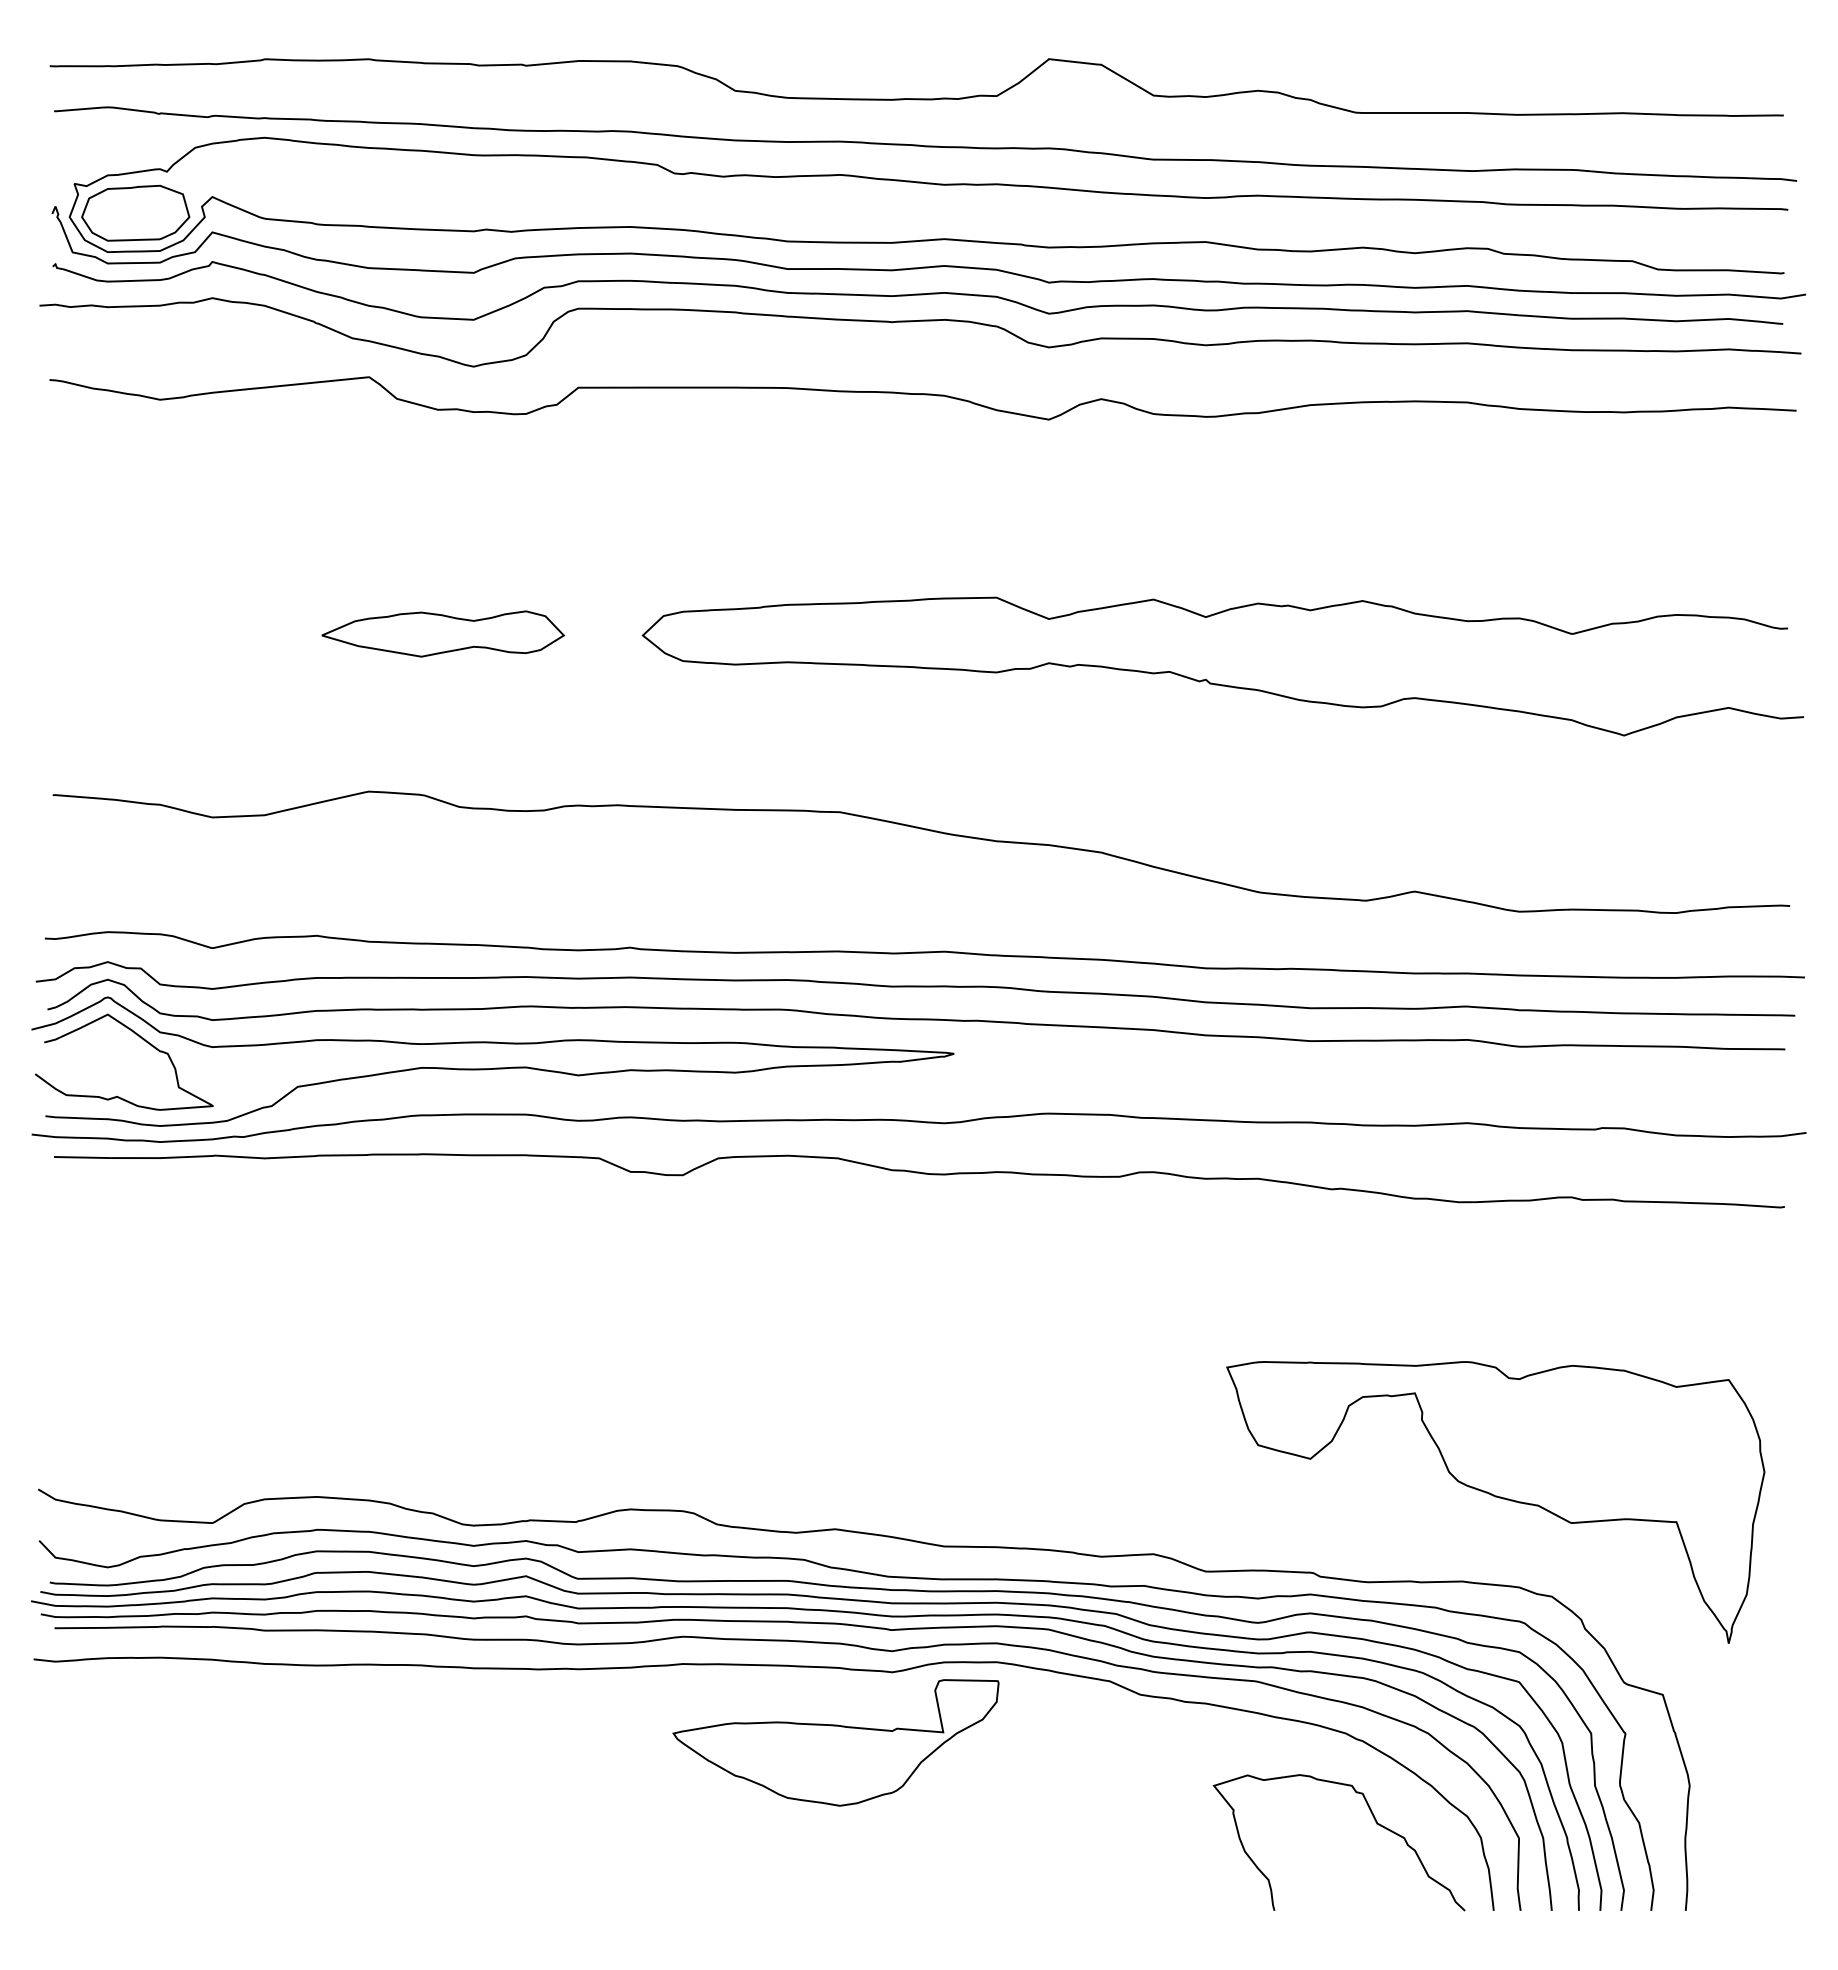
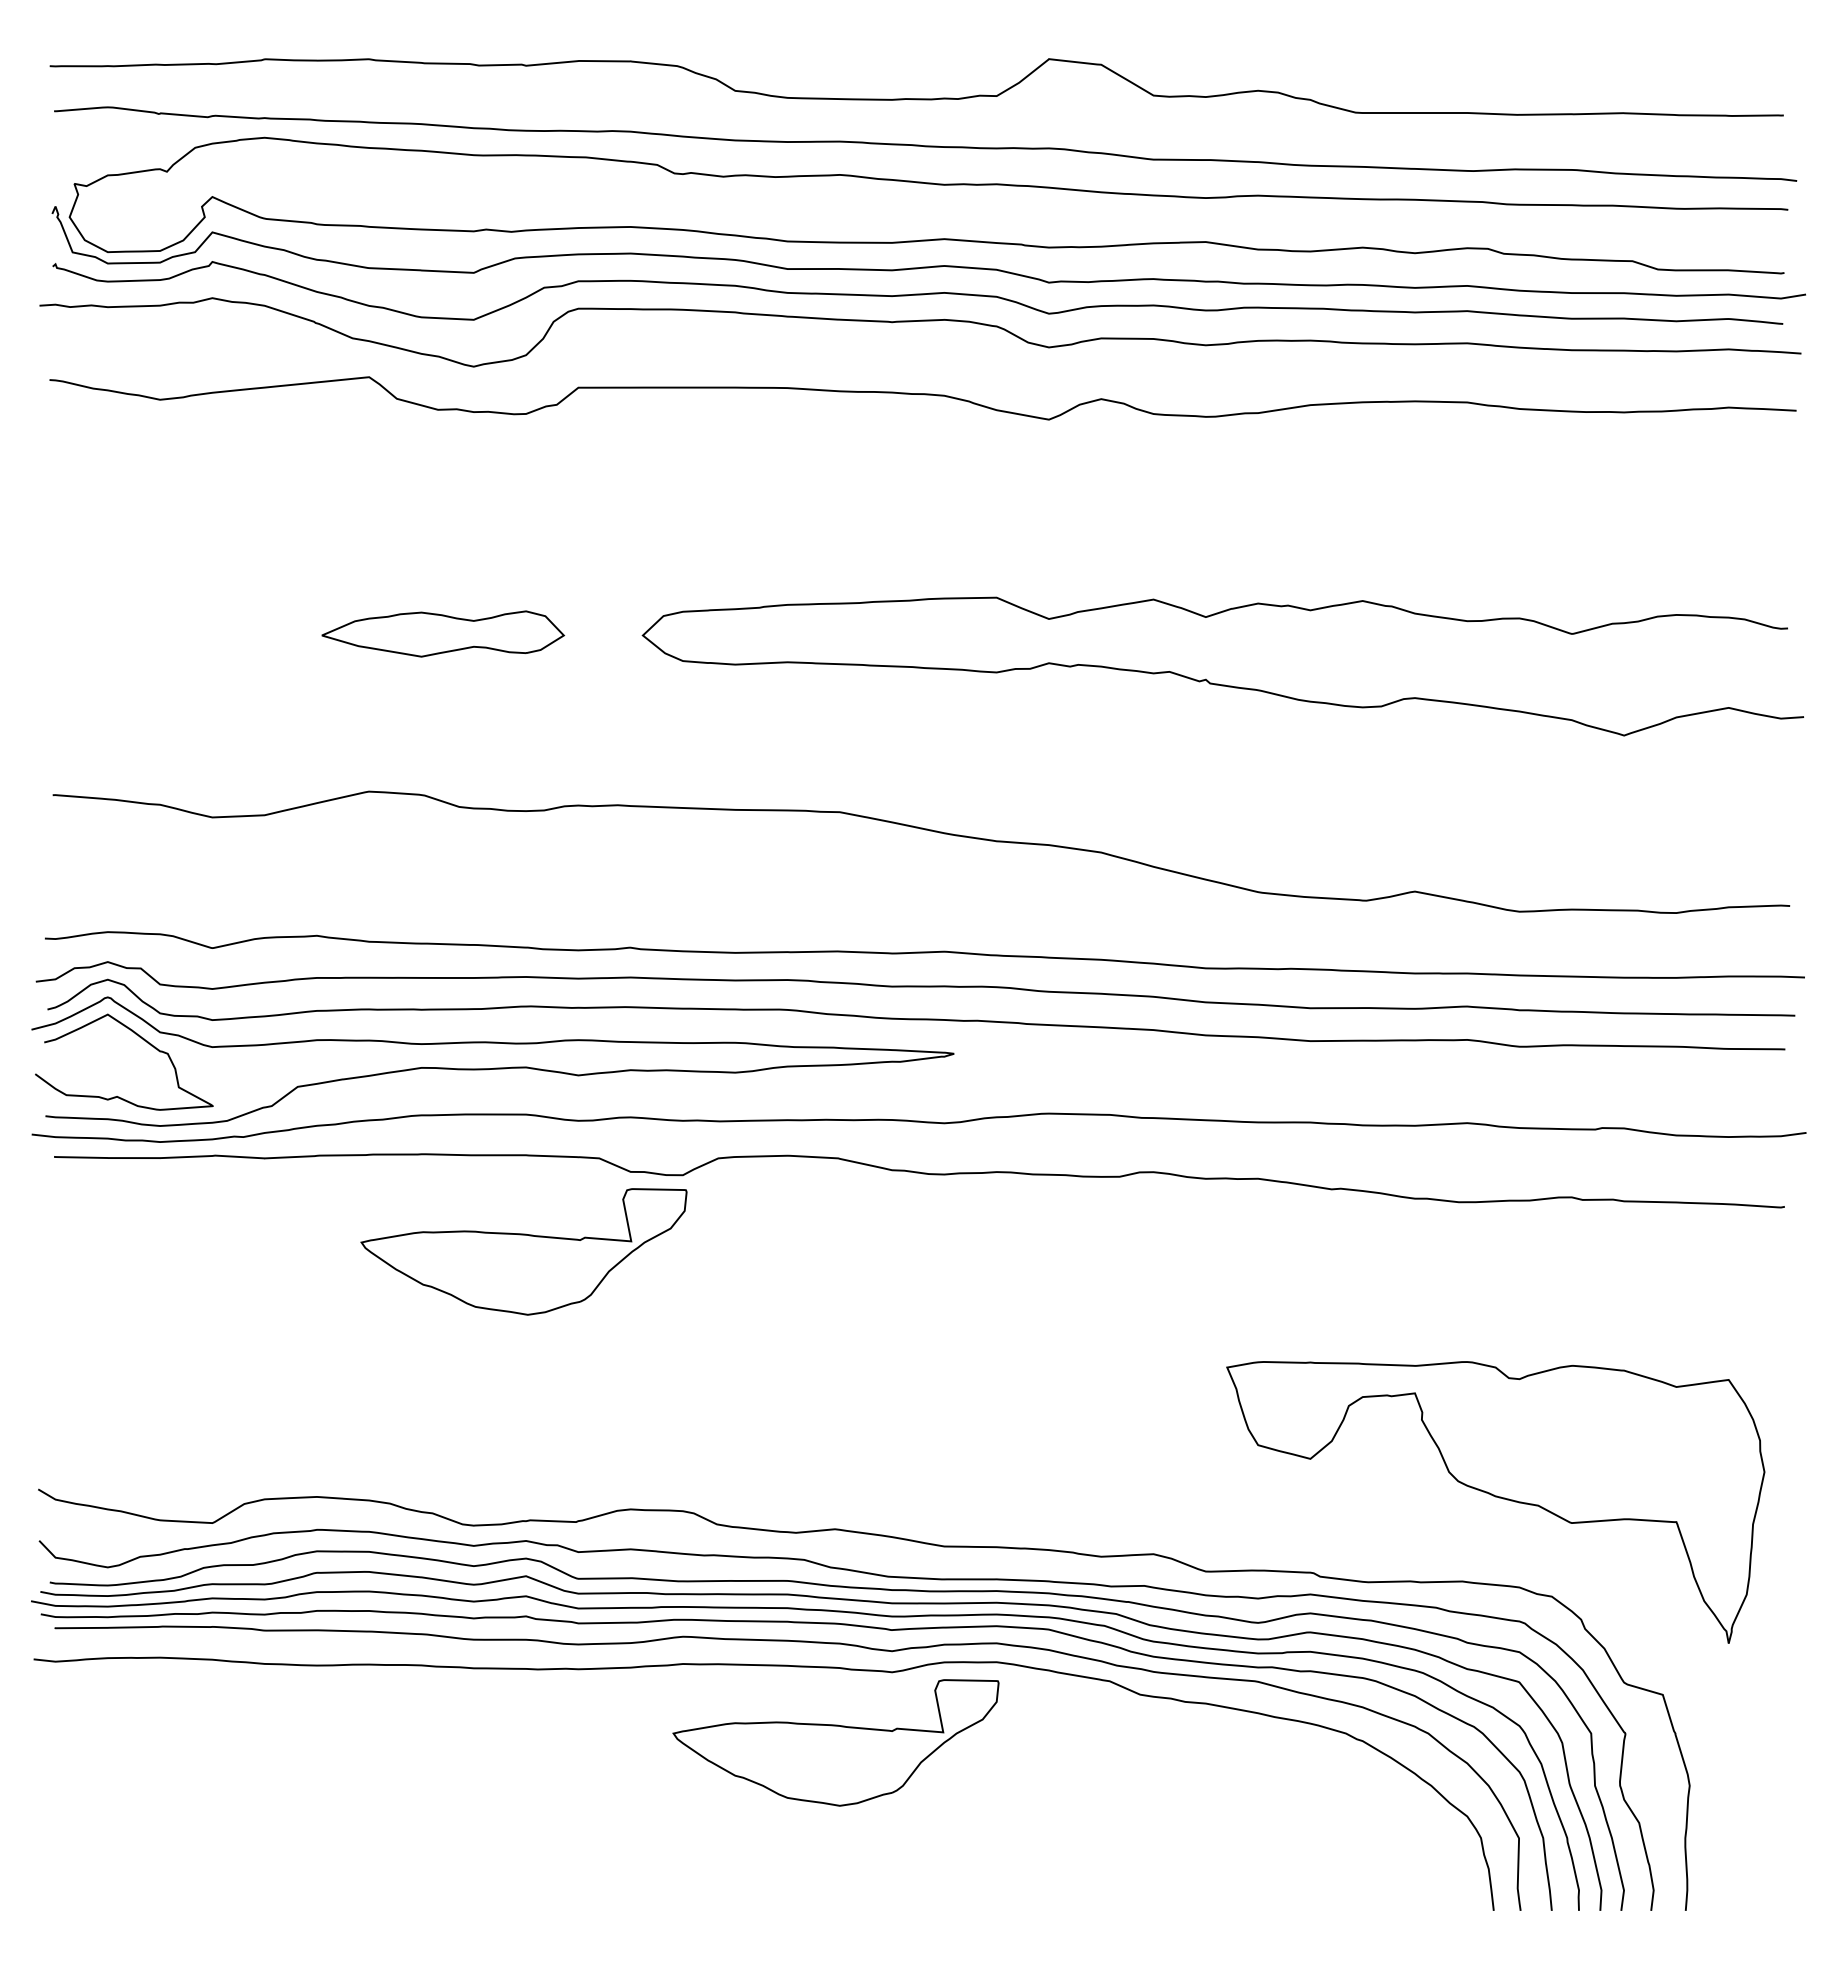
part at (135, 212): present -> none
part at (523, 1251): none -> present
curve at (1376, 1824): present -> none
